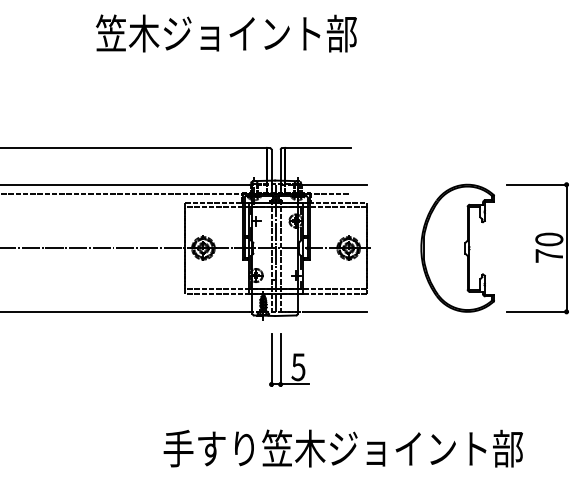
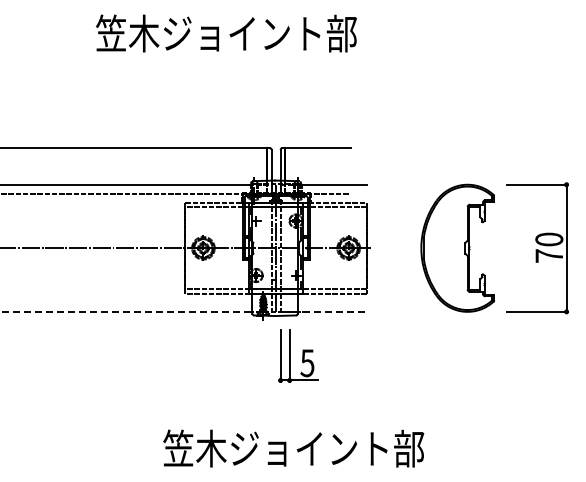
line at (124, 311): solid -> dashed
line at (335, 311): solid -> dashed
part at (289, 359) position: (289, 359) -> (298, 355)
text at (343, 448): 手すり笠木ジョイント部 -> 笠木ジョイント部
